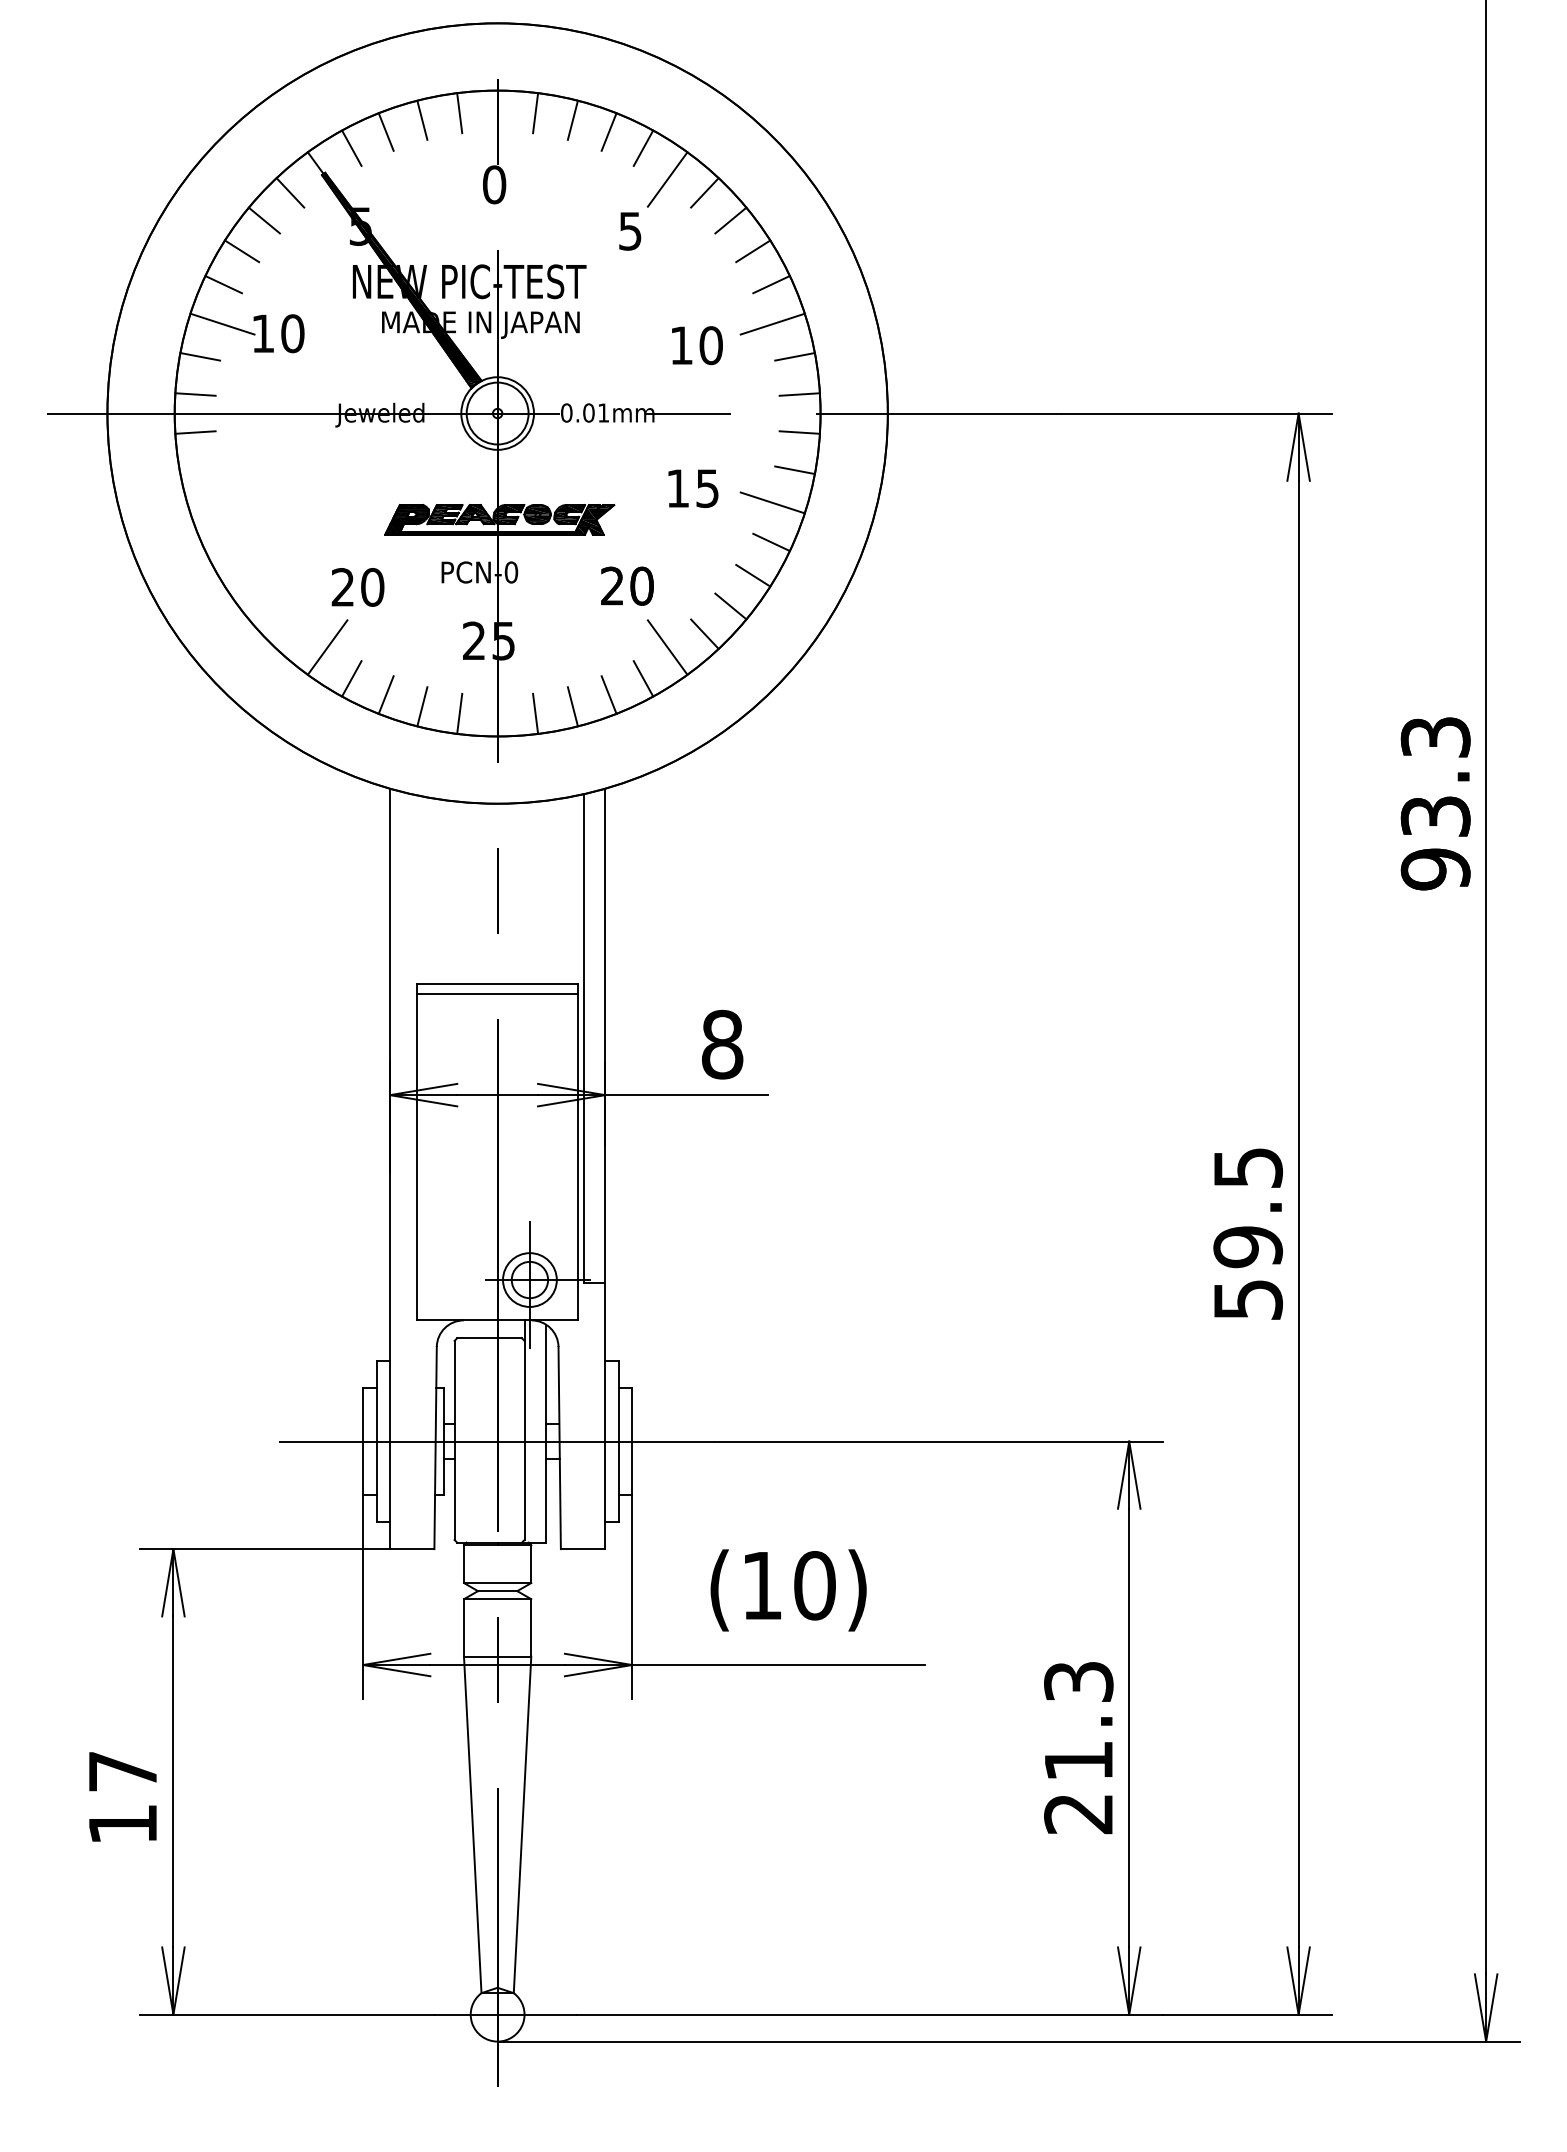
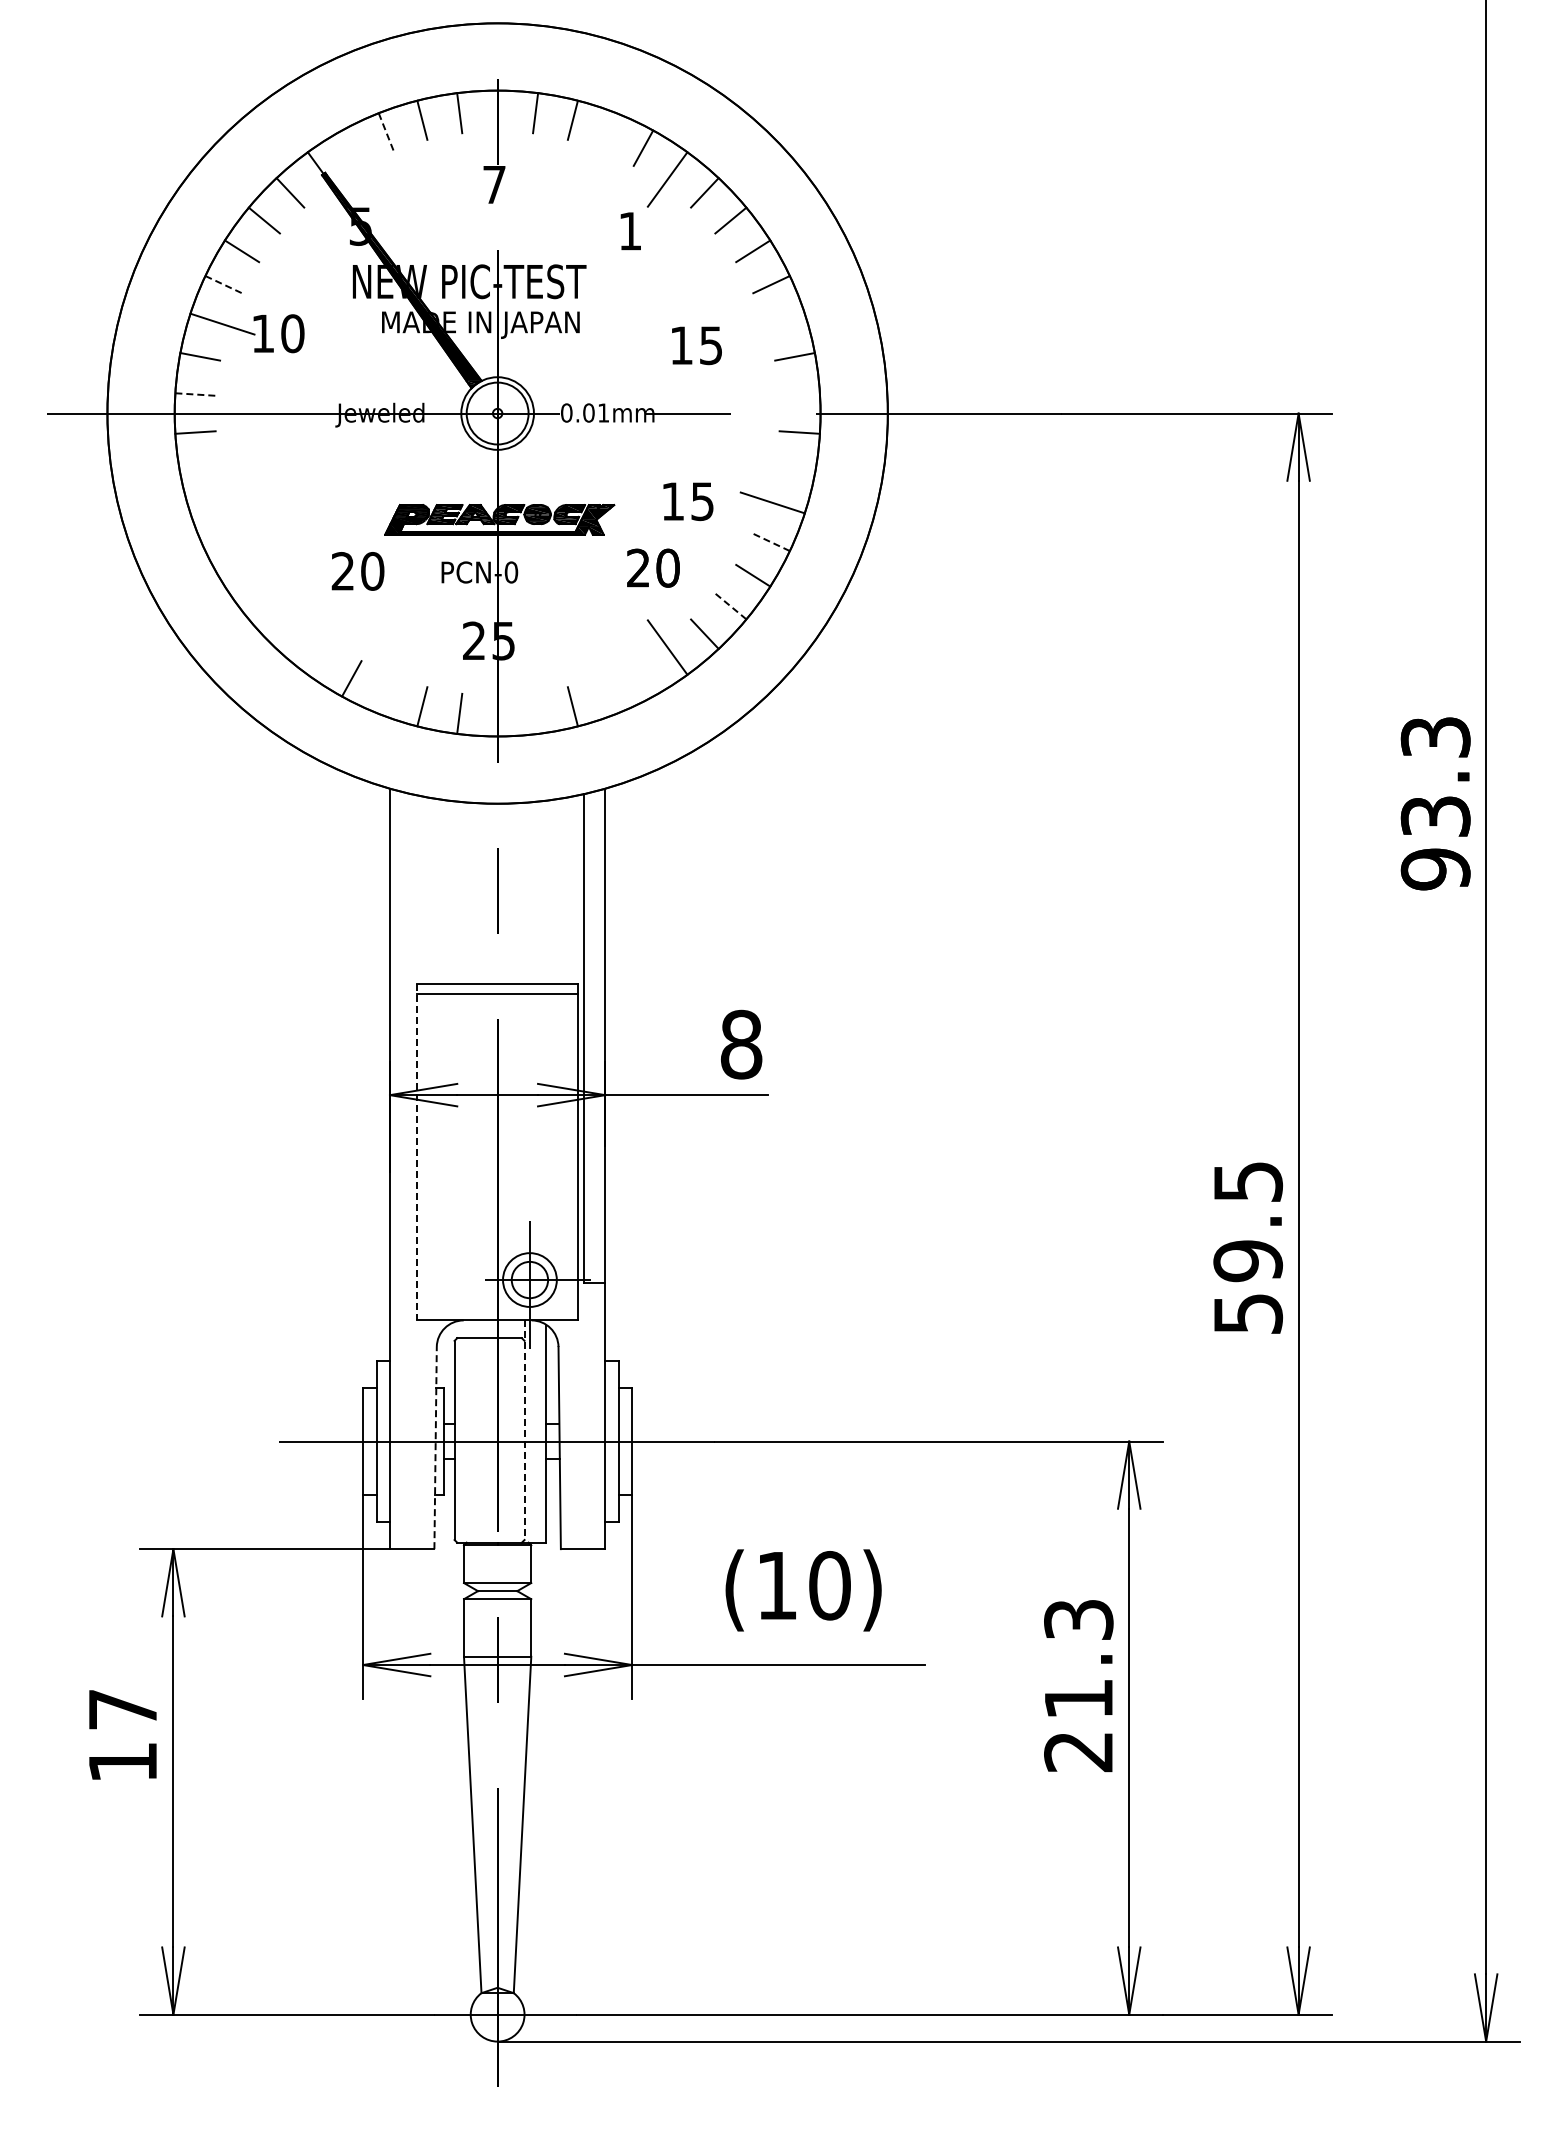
line at (608, 131): present -> none
line at (386, 132): solid -> dashed
line at (351, 147): present -> none
text at (494, 184): 0 -> 7
text at (630, 231): 5 -> 1
line at (224, 284): solid -> dashed
line at (772, 323): present -> none
text at (710, 345): 10 -> 15
line at (196, 394): solid -> dashed
line at (799, 394): present -> none
line at (794, 470): present -> none
text at (693, 488) position: (693, 488) -> (688, 501)
line at (771, 542): solid -> dashed
text at (627, 585) position: (627, 585) -> (653, 567)
text at (357, 587) position: (357, 587) -> (357, 571)
line at (730, 606): solid -> dashed
line at (327, 647): present -> none
line at (643, 678): present -> none
line at (385, 694): present -> none
line at (608, 694): present -> none
line at (535, 713): present -> none
text at (722, 1044) position: (722, 1044) -> (741, 1044)
line at (416, 1152): solid -> dashed
text at (1247, 1233) position: (1247, 1233) -> (1247, 1247)
line at (524, 1430): solid -> dashed
line at (435, 1447): solid -> dashed
text at (788, 1590) position: (788, 1590) -> (803, 1590)
text at (1078, 1748) position: (1078, 1748) -> (1078, 1686)
text at (122, 1796) position: (122, 1796) -> (122, 1734)
